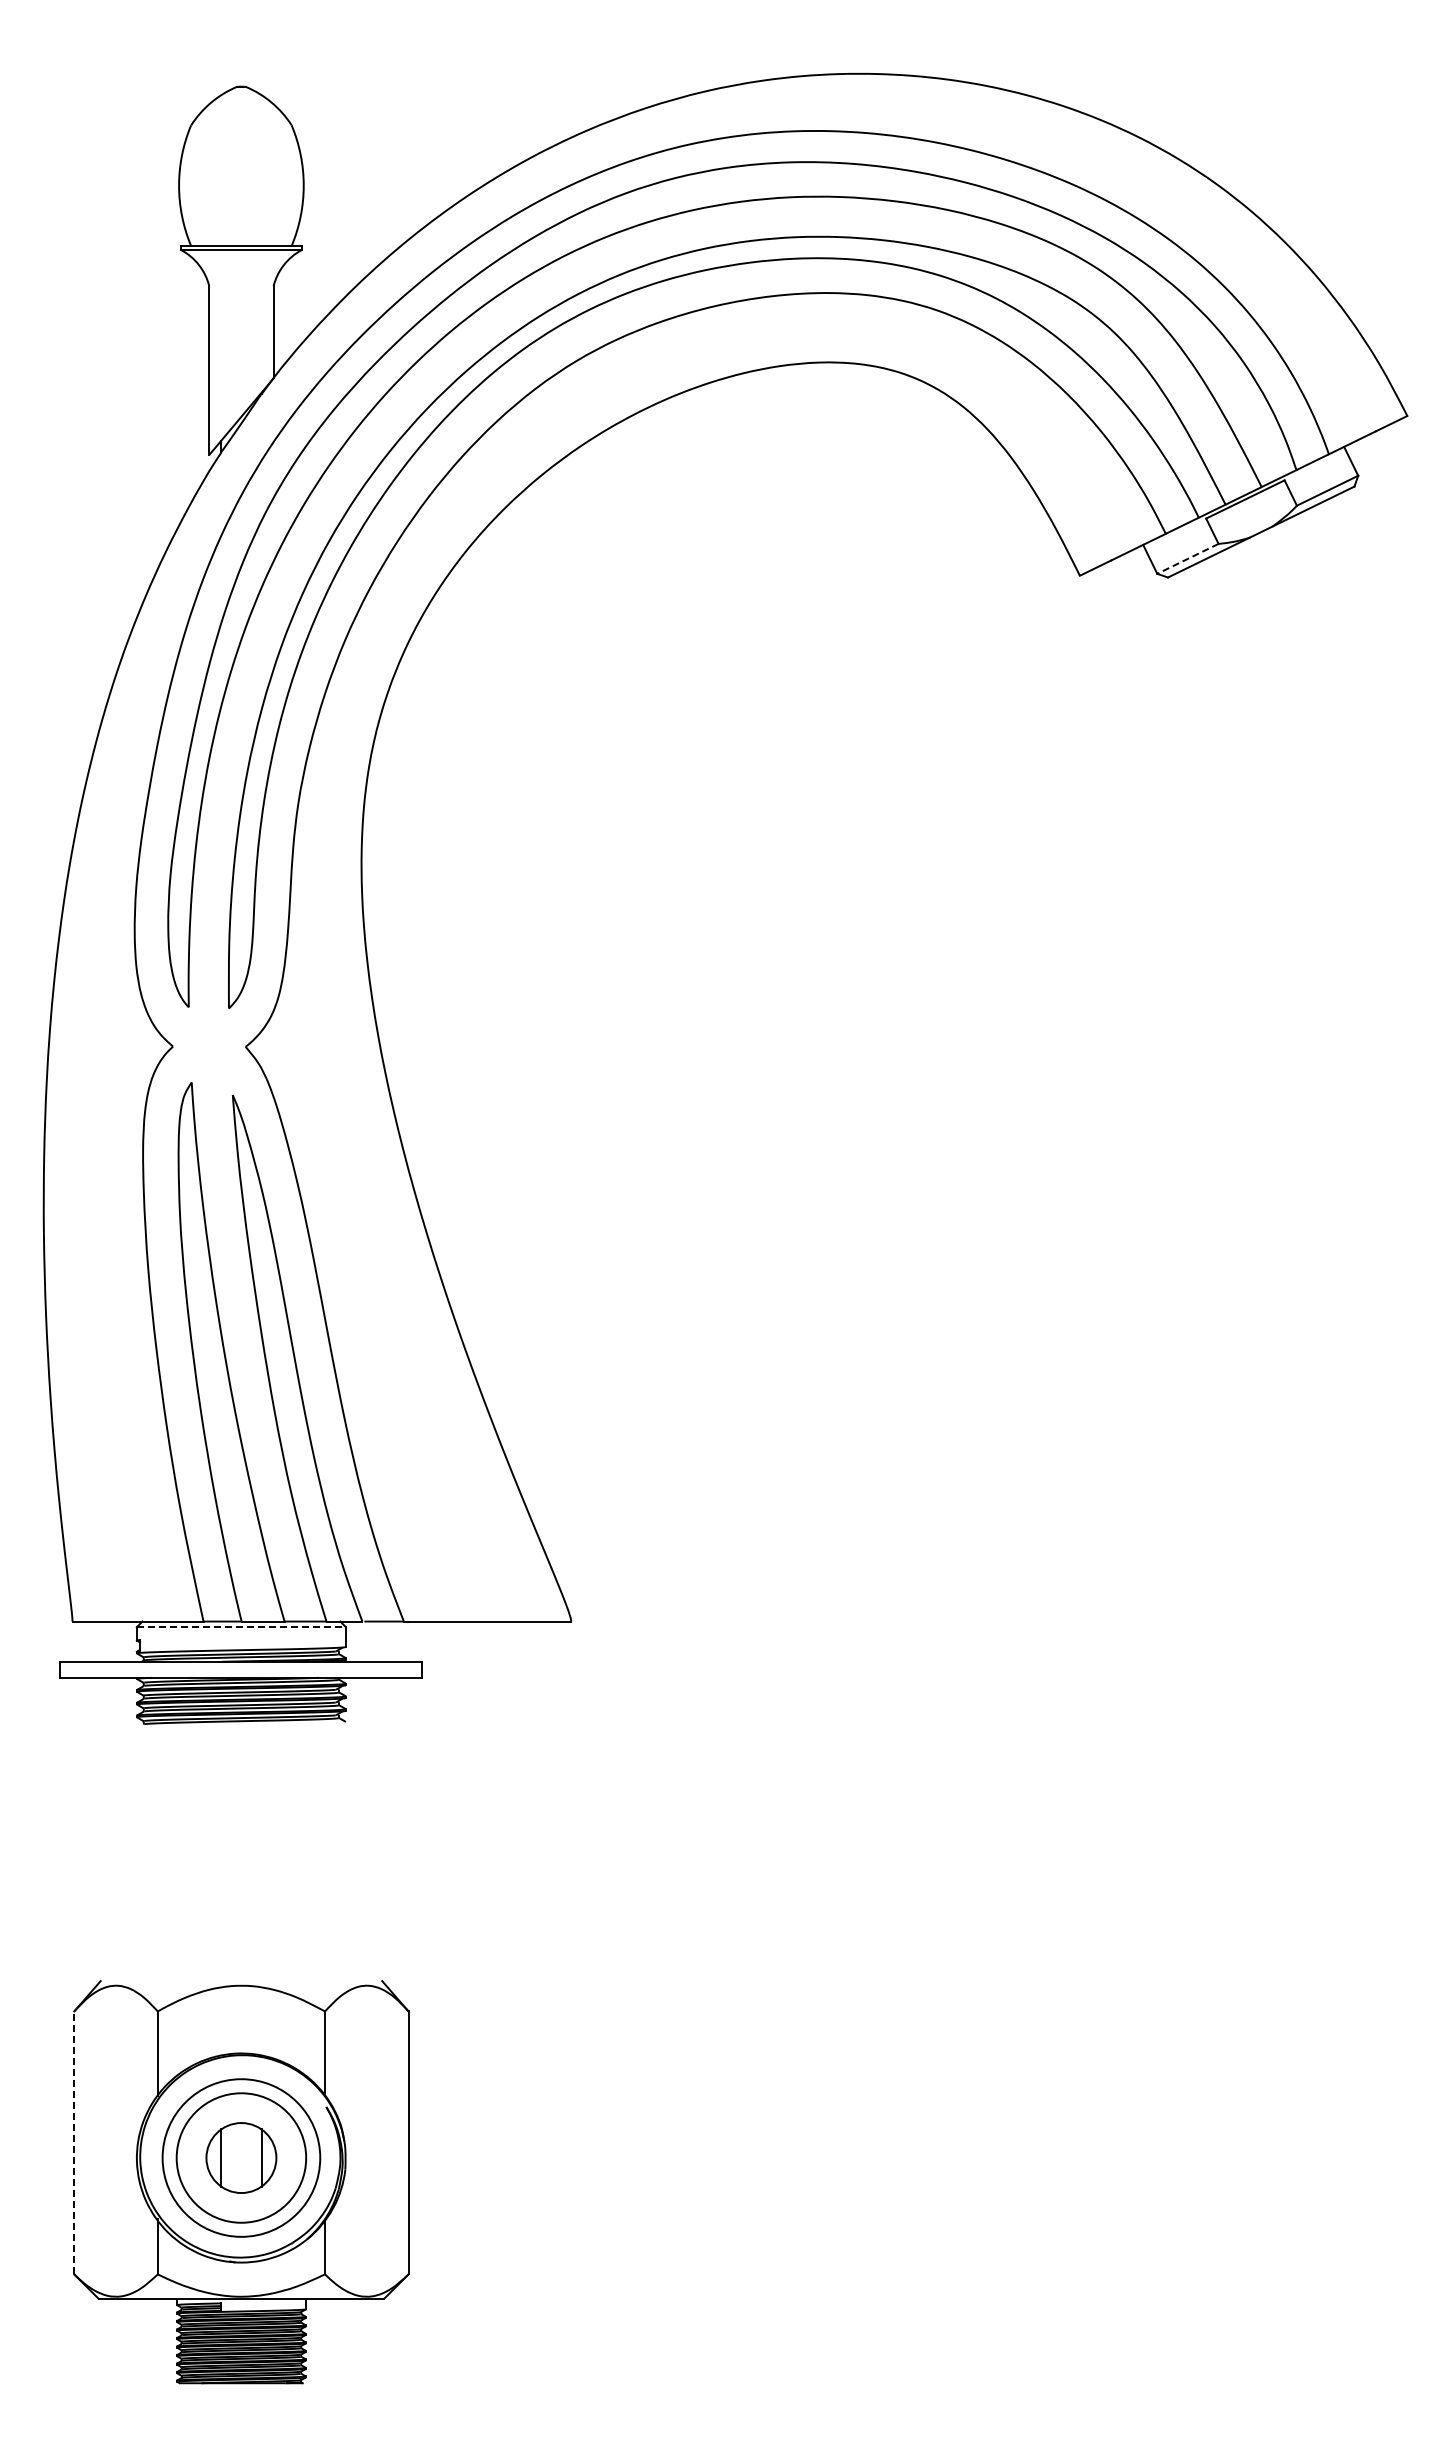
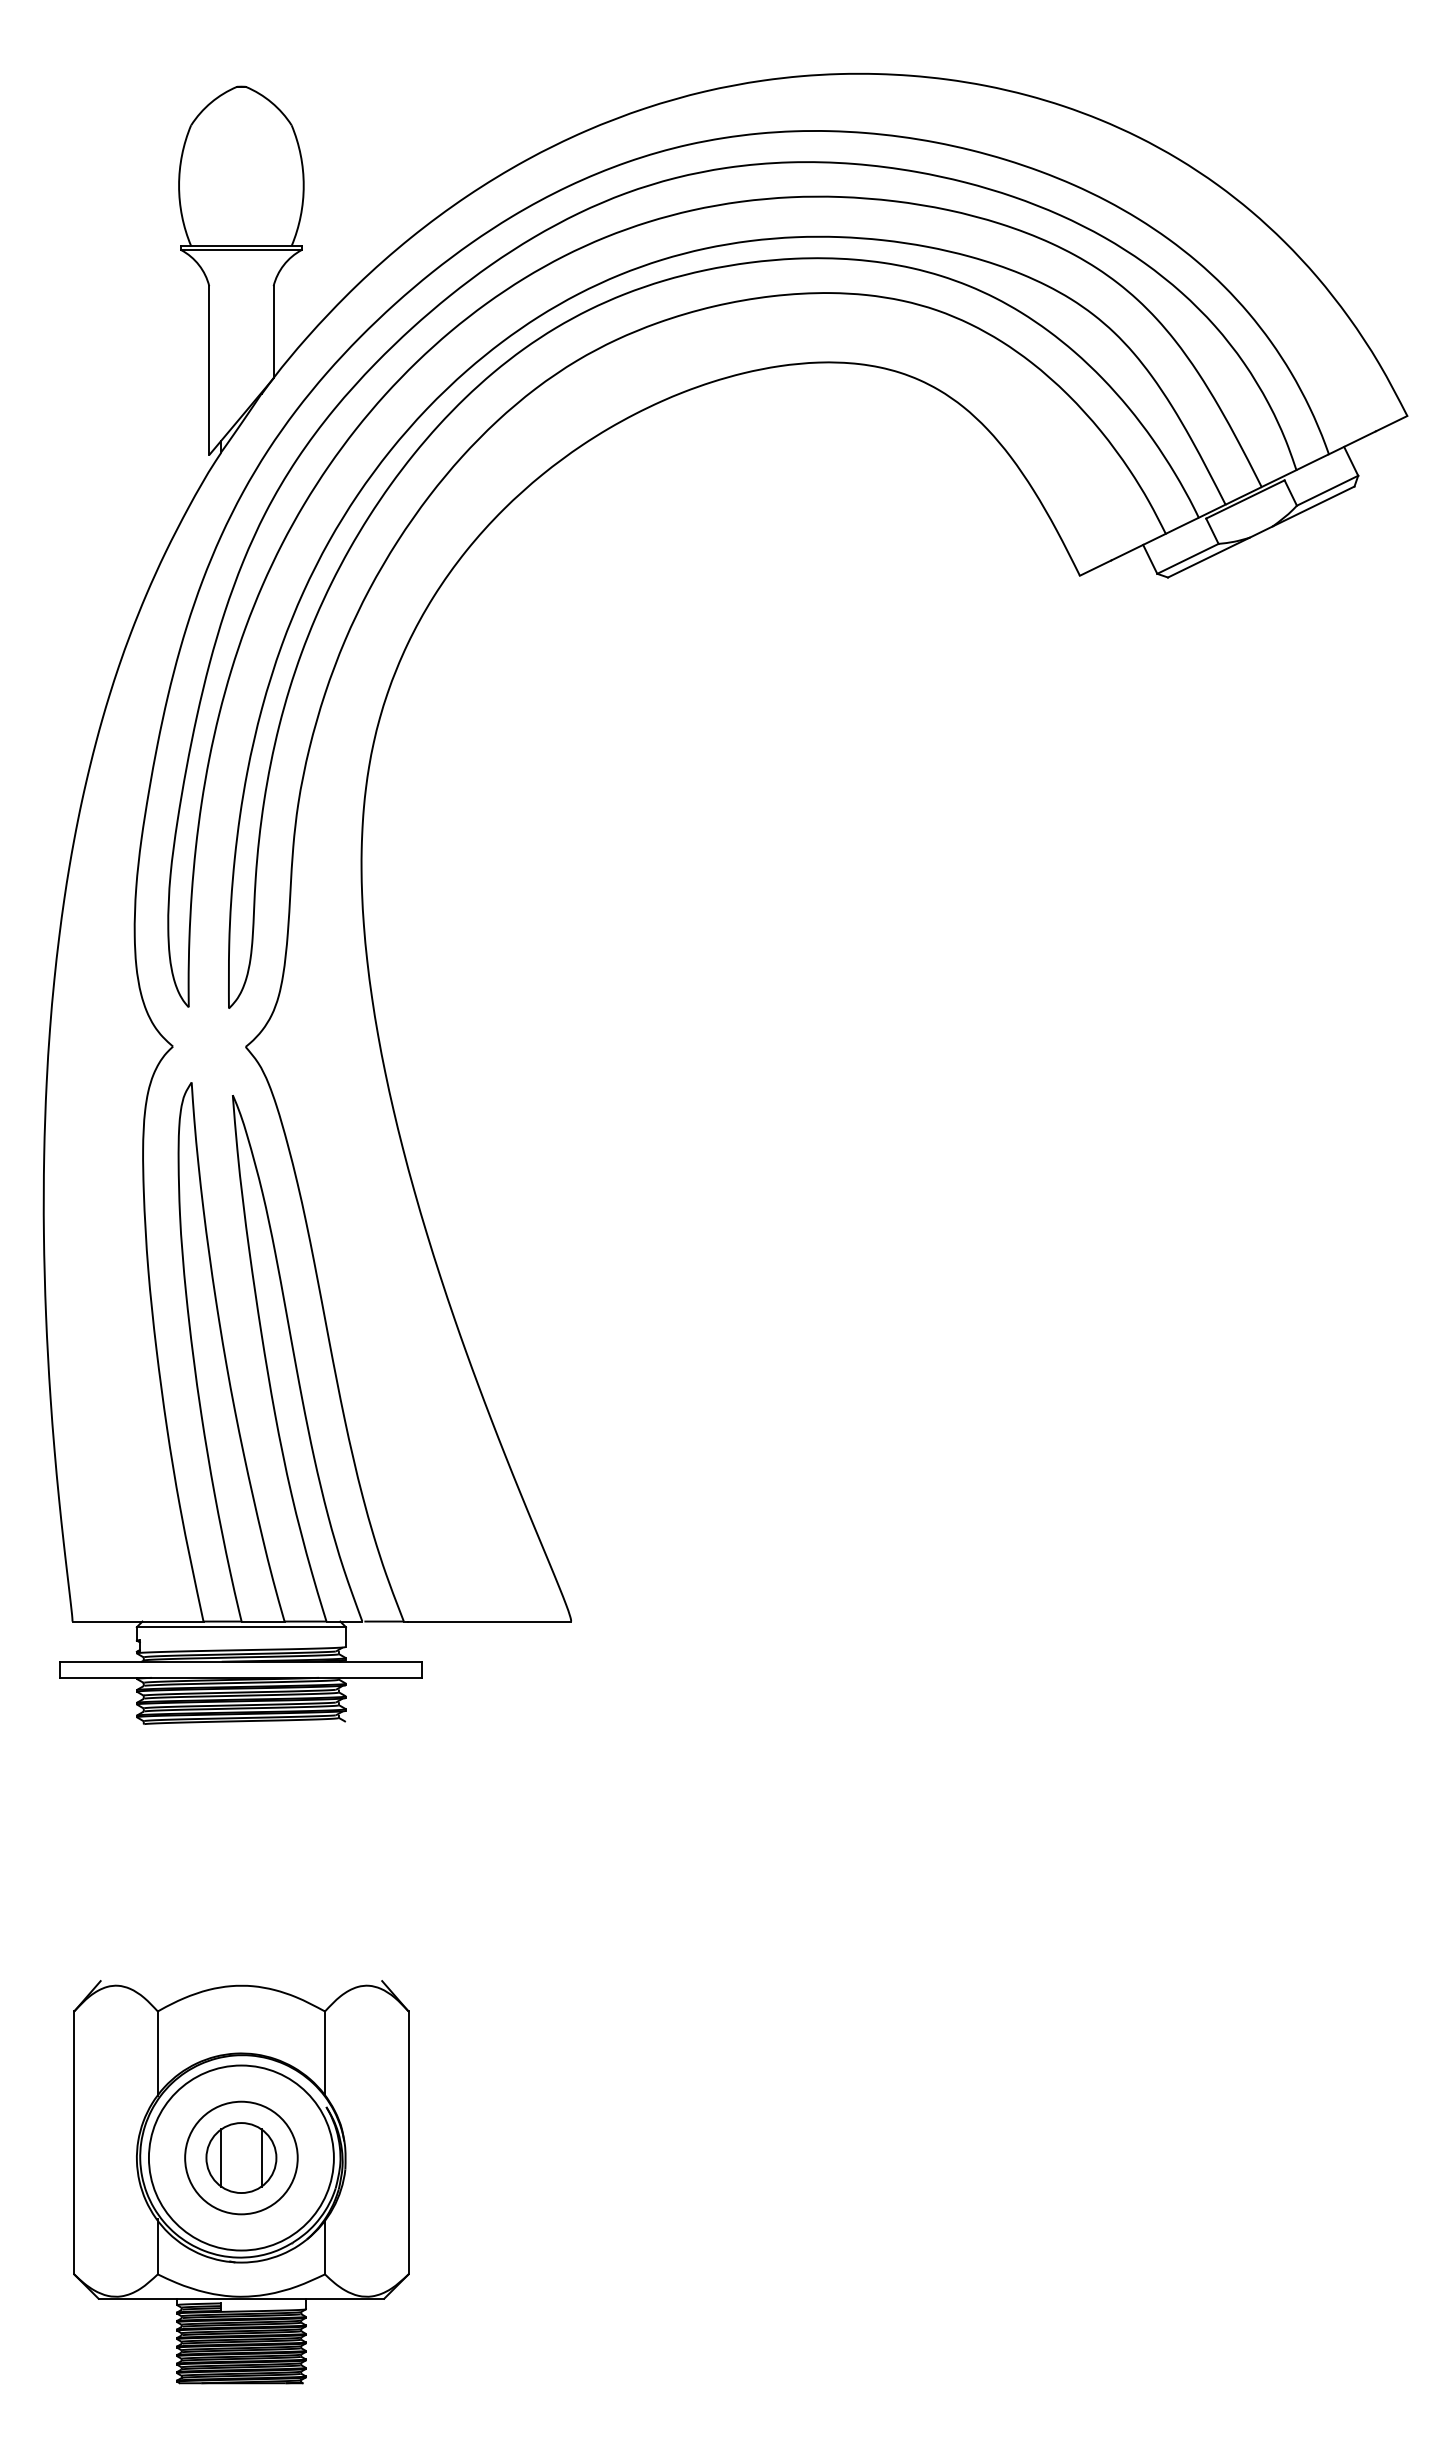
line at (1187, 559): dashed -> solid
line at (241, 1627): dashed -> solid
line at (74, 2142): dashed -> solid
circle at (241, 2157) diameter: 129 px -> 185 px
circle at (241, 2157) diameter: 158 px -> 113 px
